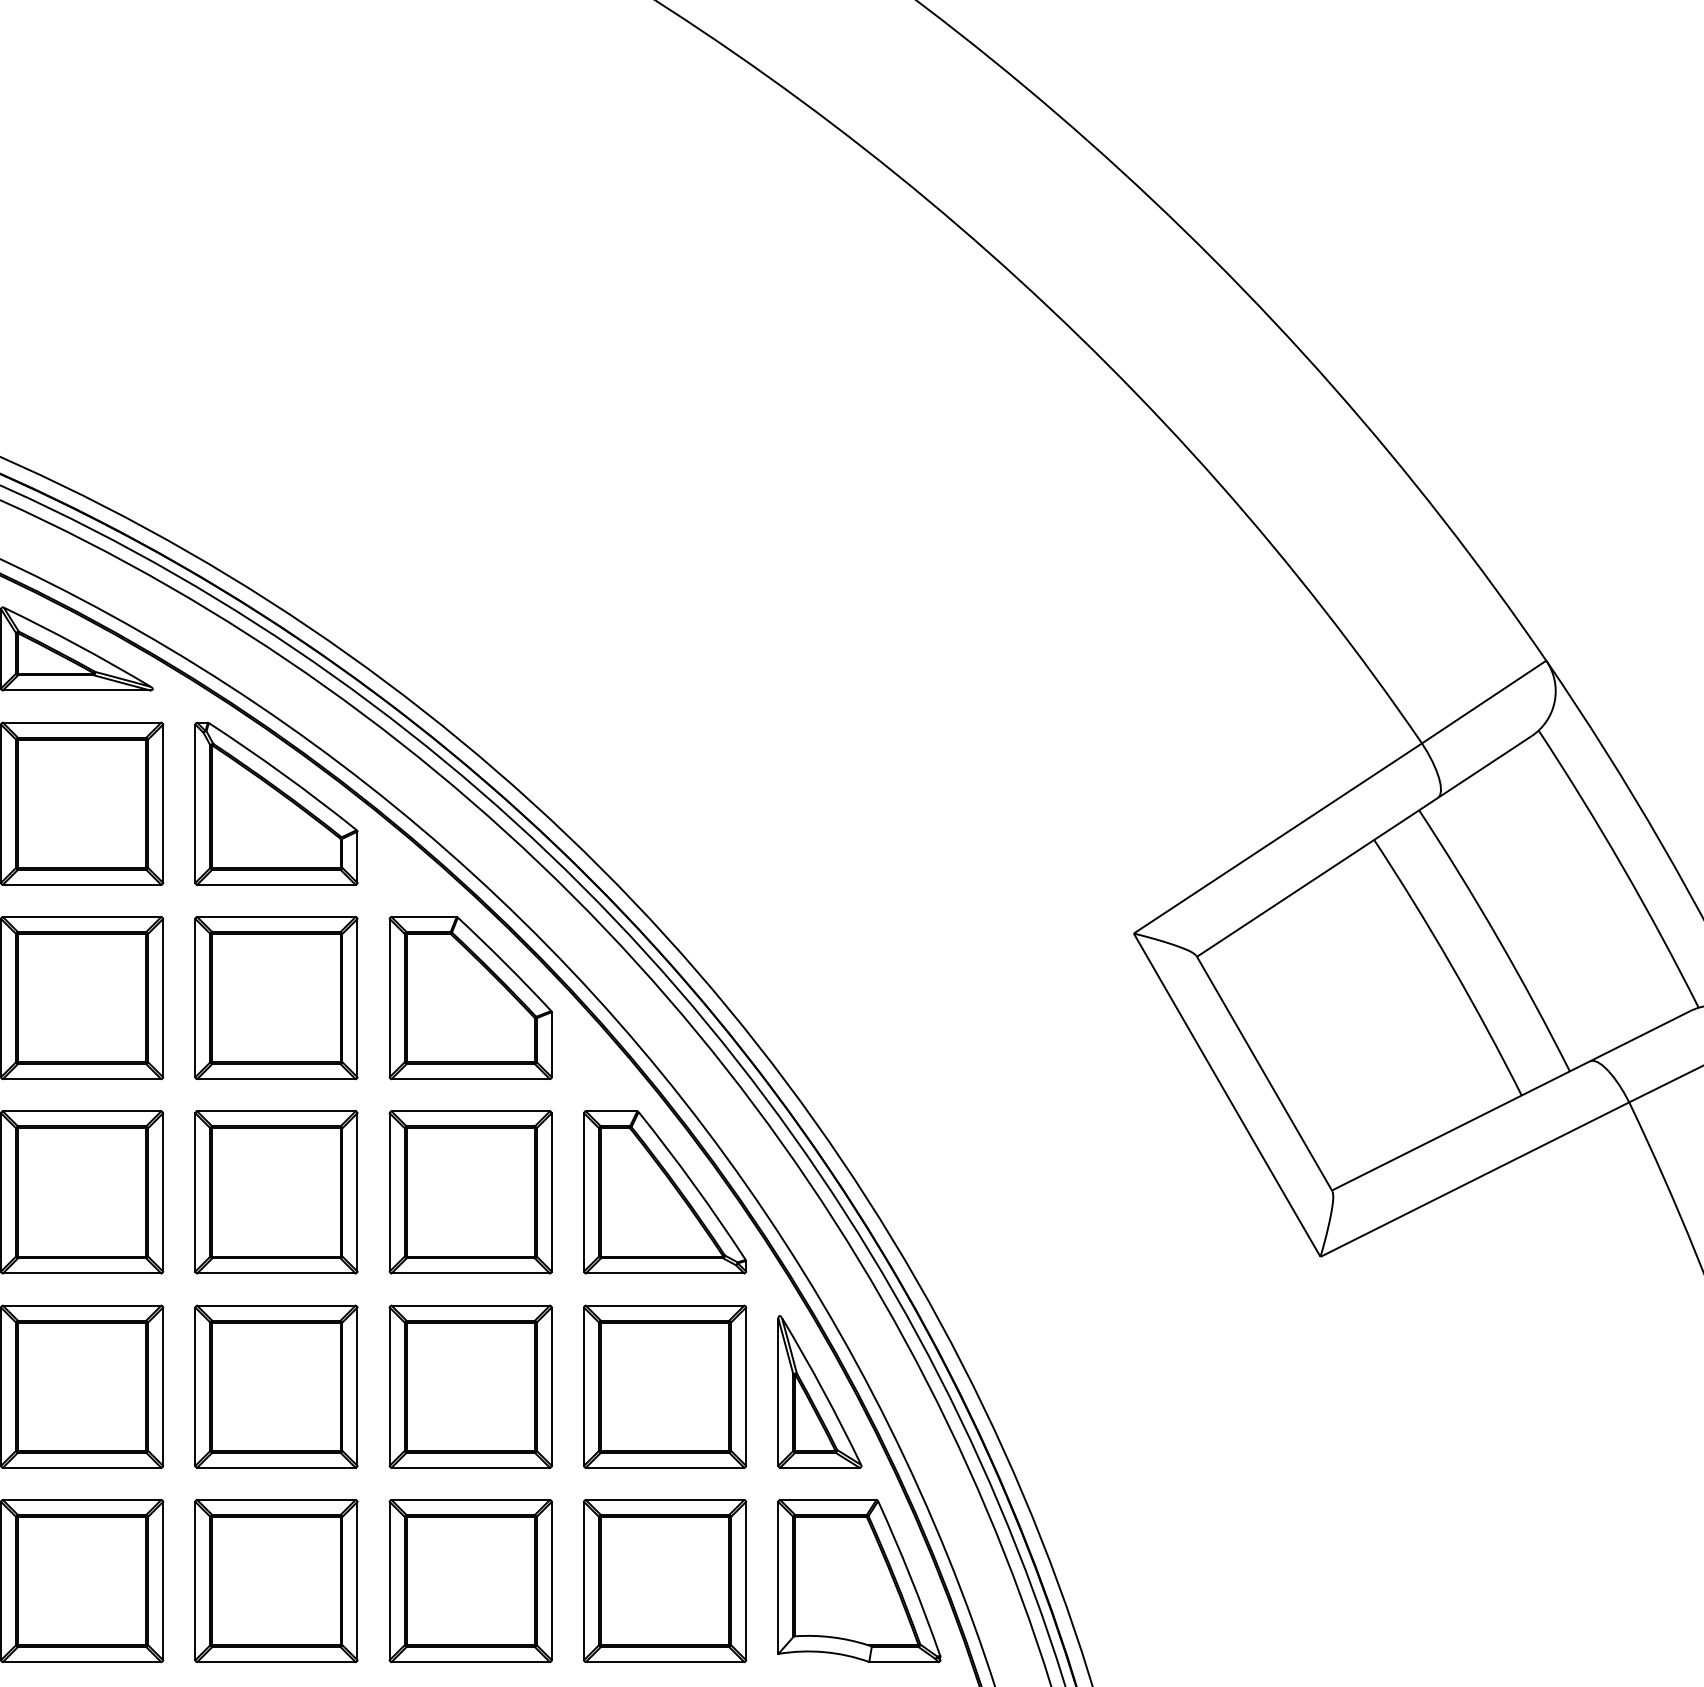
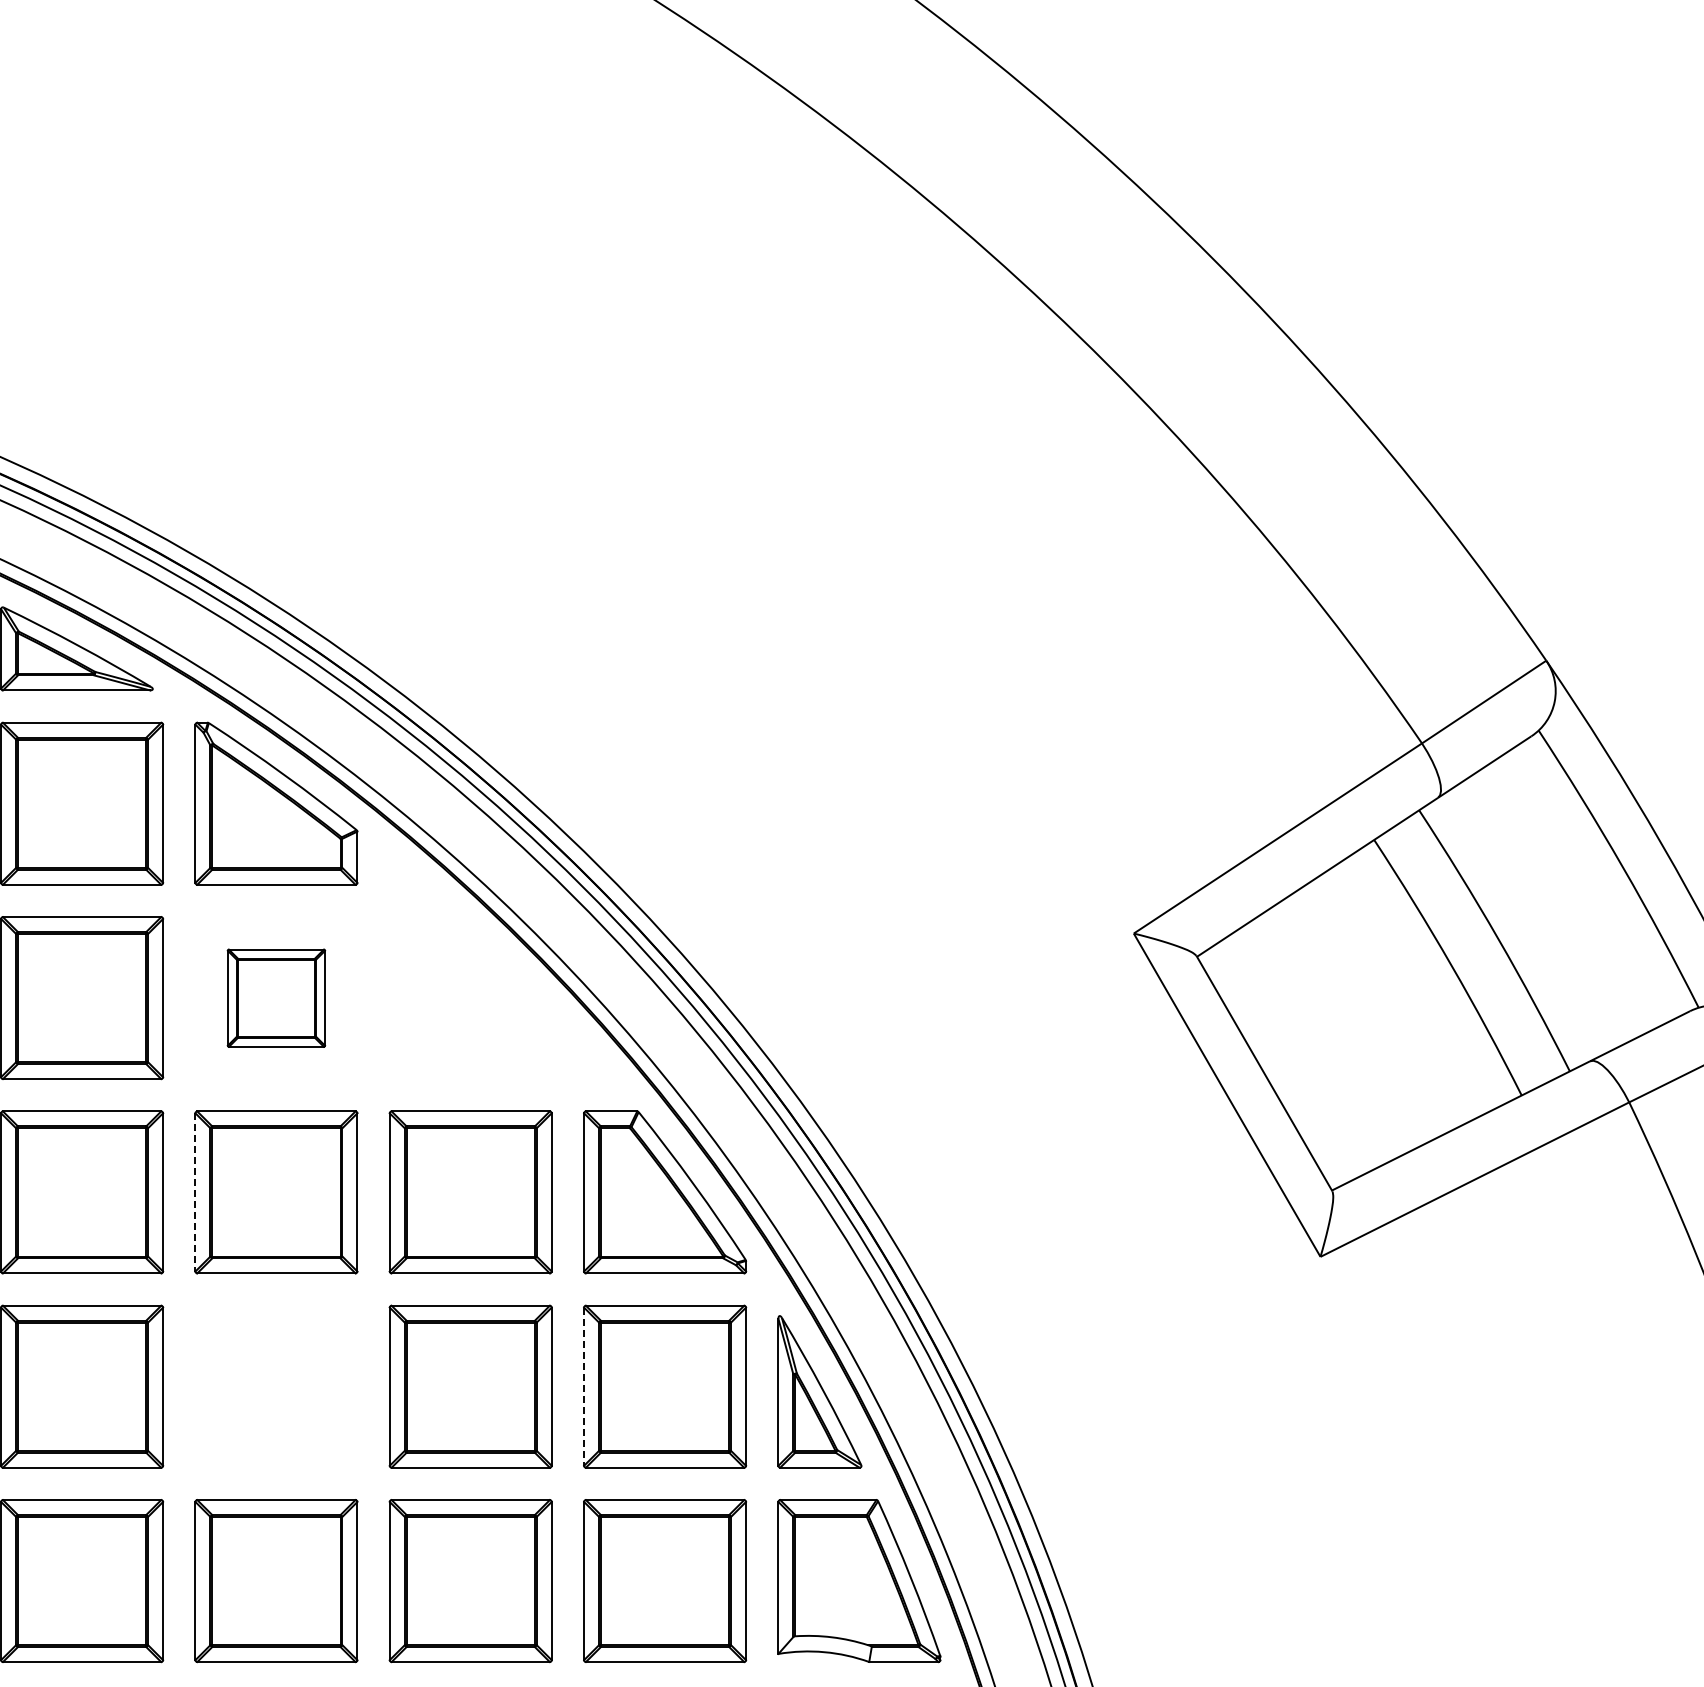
part at (276, 998) size: 165x165 px -> 101x100 px
part at (470, 998): present -> none
line at (195, 1192): solid -> dashed
part at (276, 1386): present -> none
line at (584, 1387): solid -> dashed
